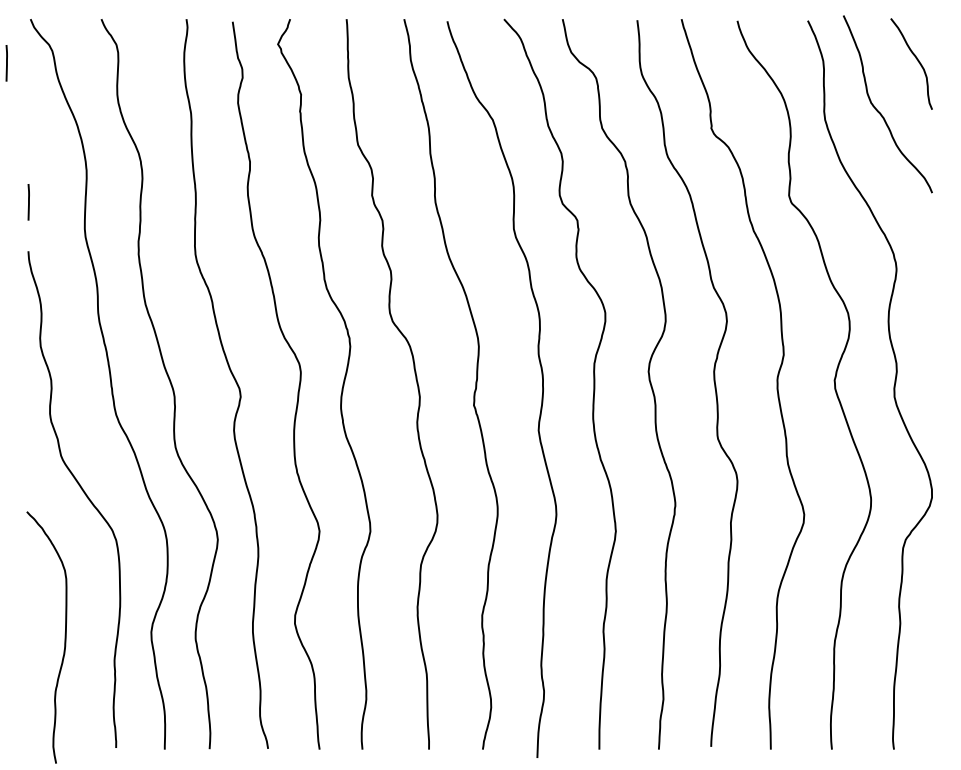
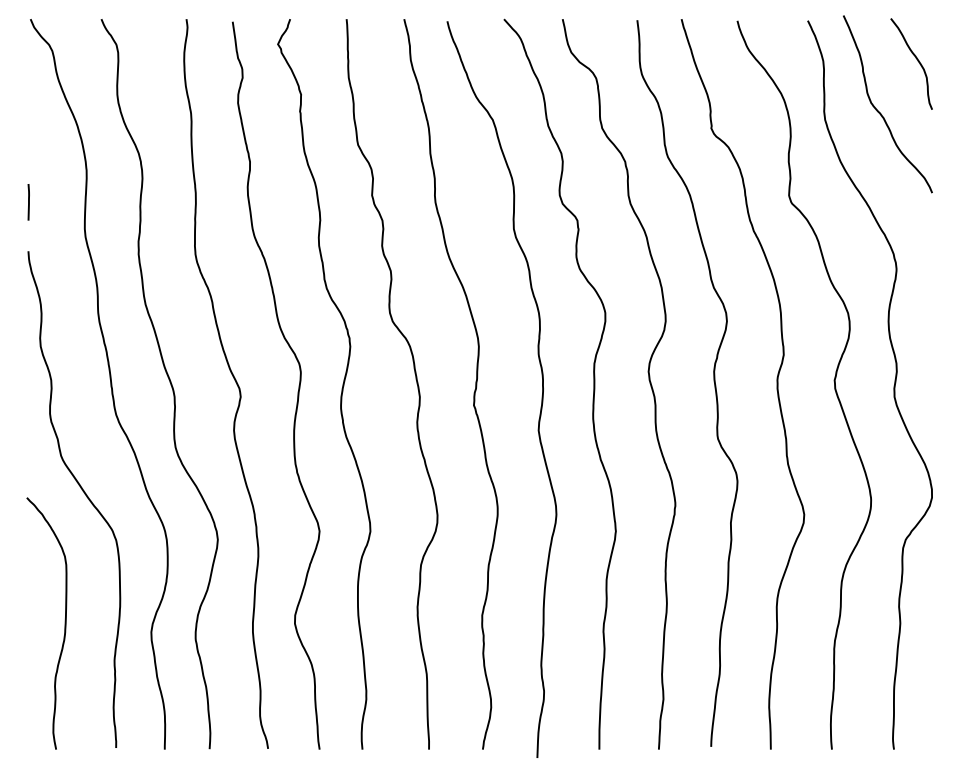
line at (6, 63): present -> none
curve at (64, 637) position: (64, 637) -> (64, 623)
